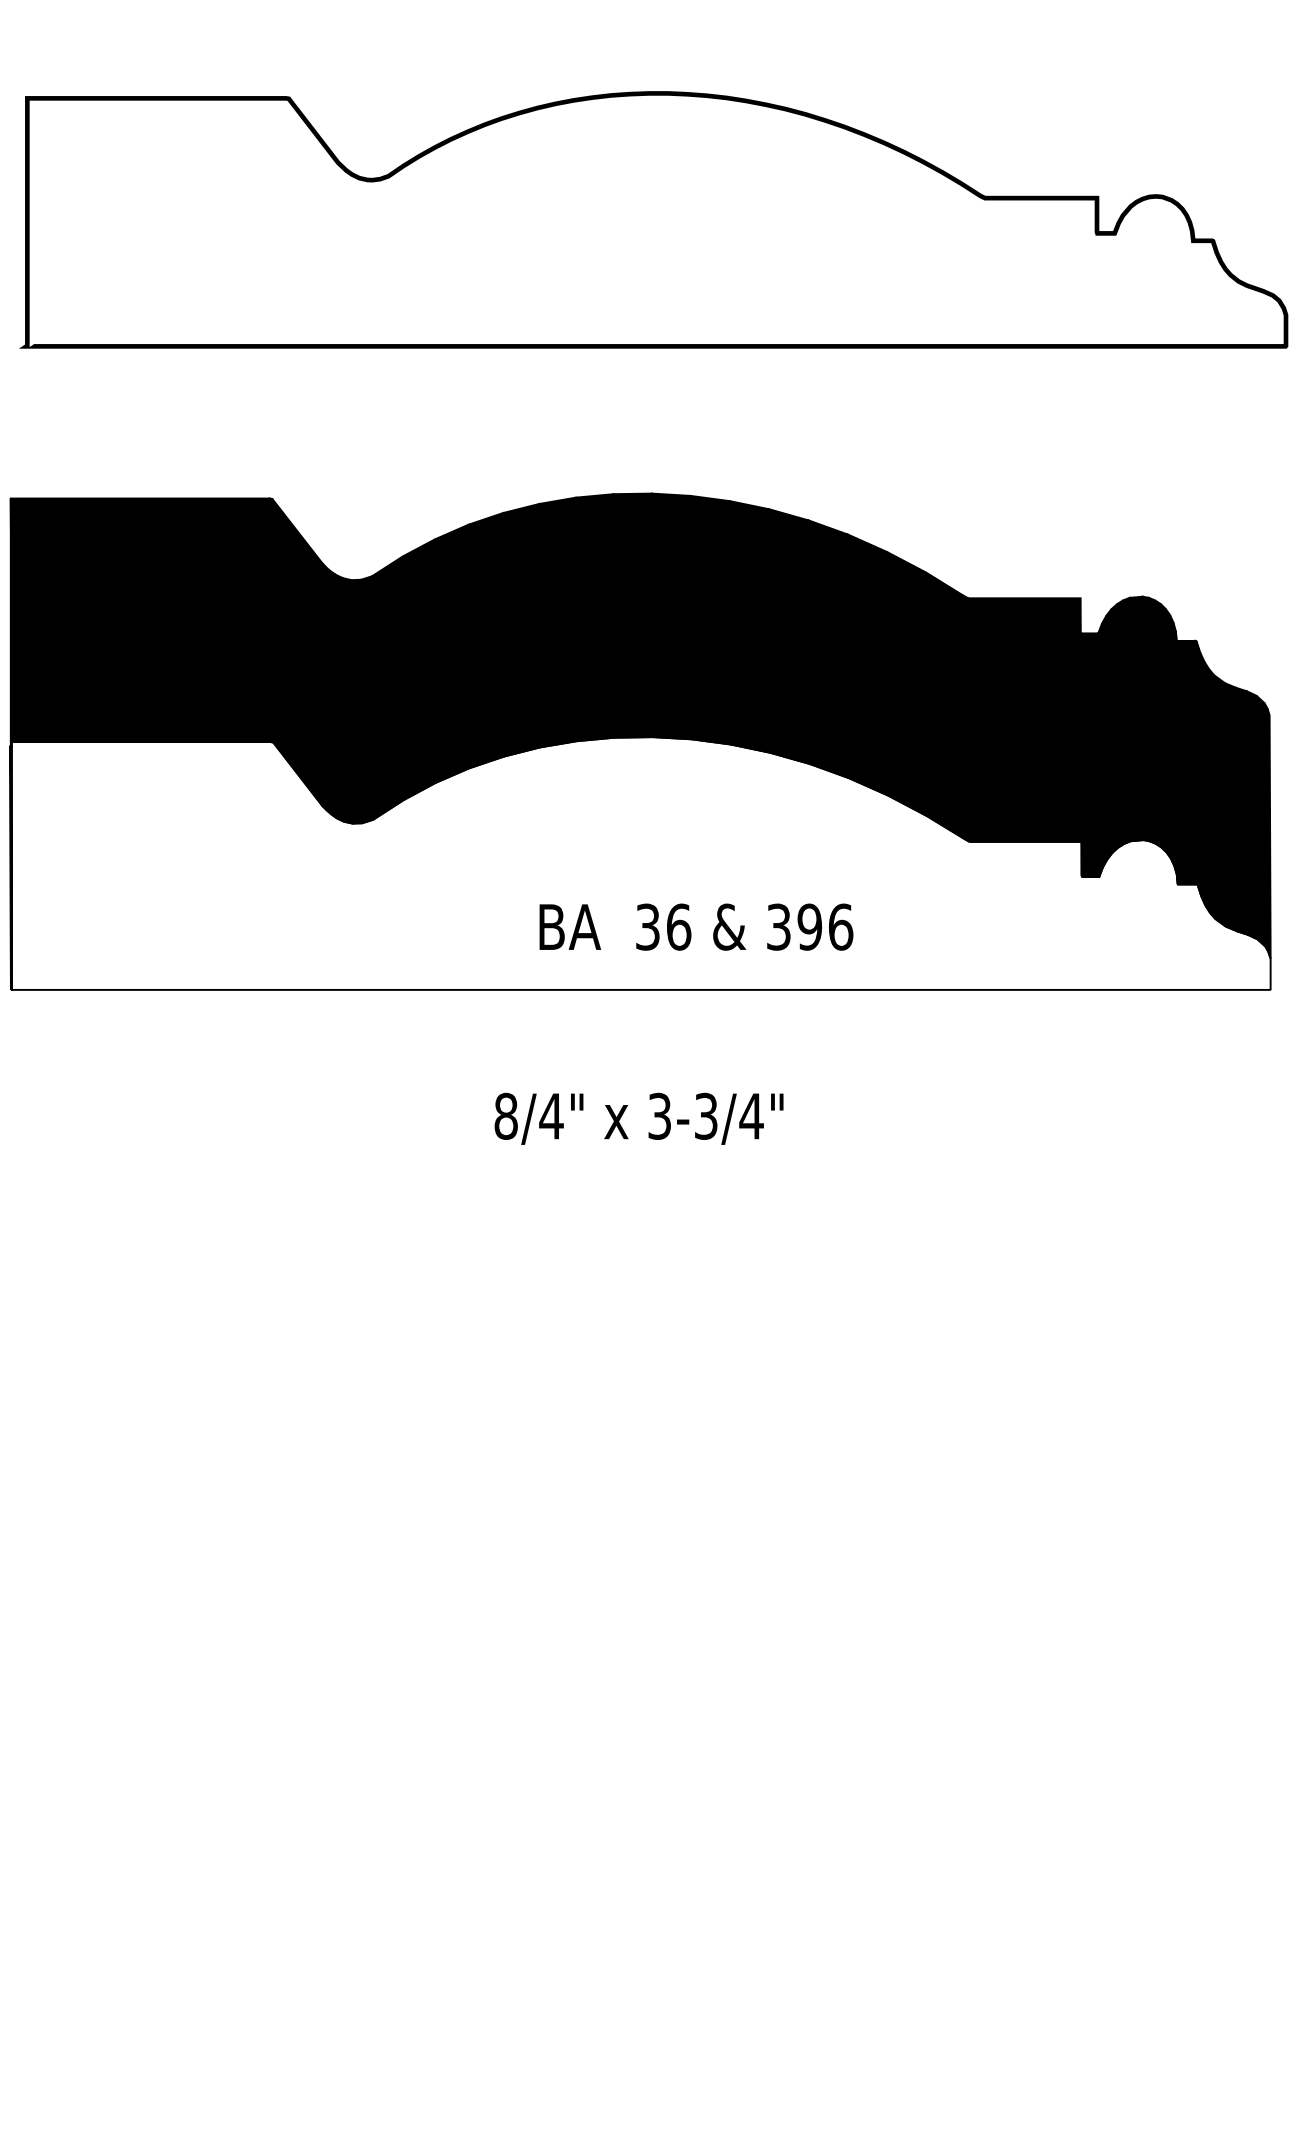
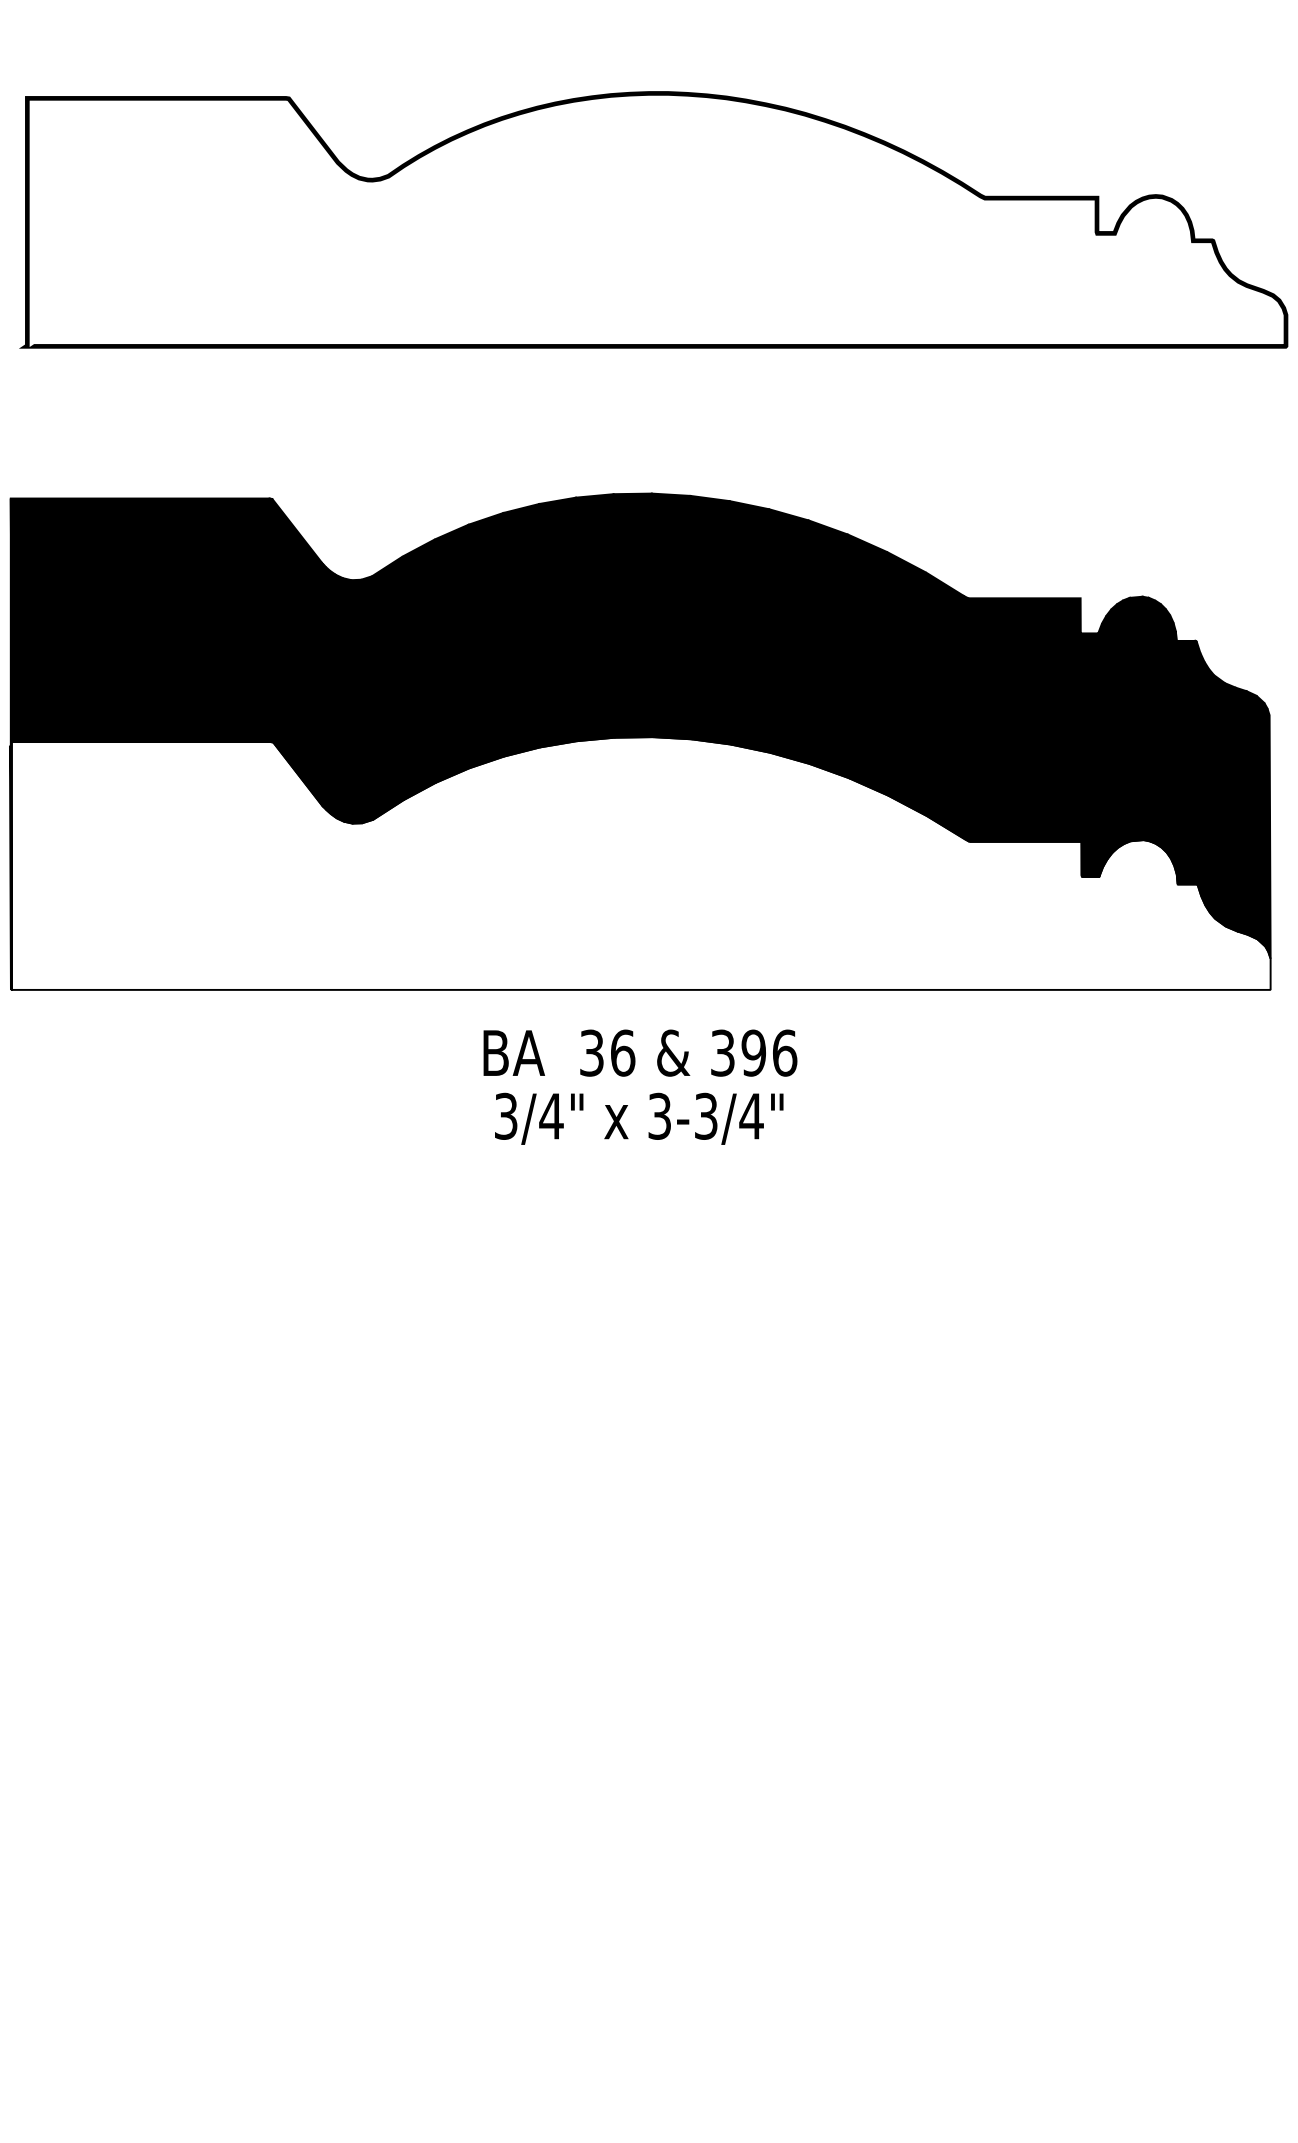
text at (696, 926) position: (696, 926) -> (640, 1052)
text at (505, 1115): 8/4" -> 3/4"
